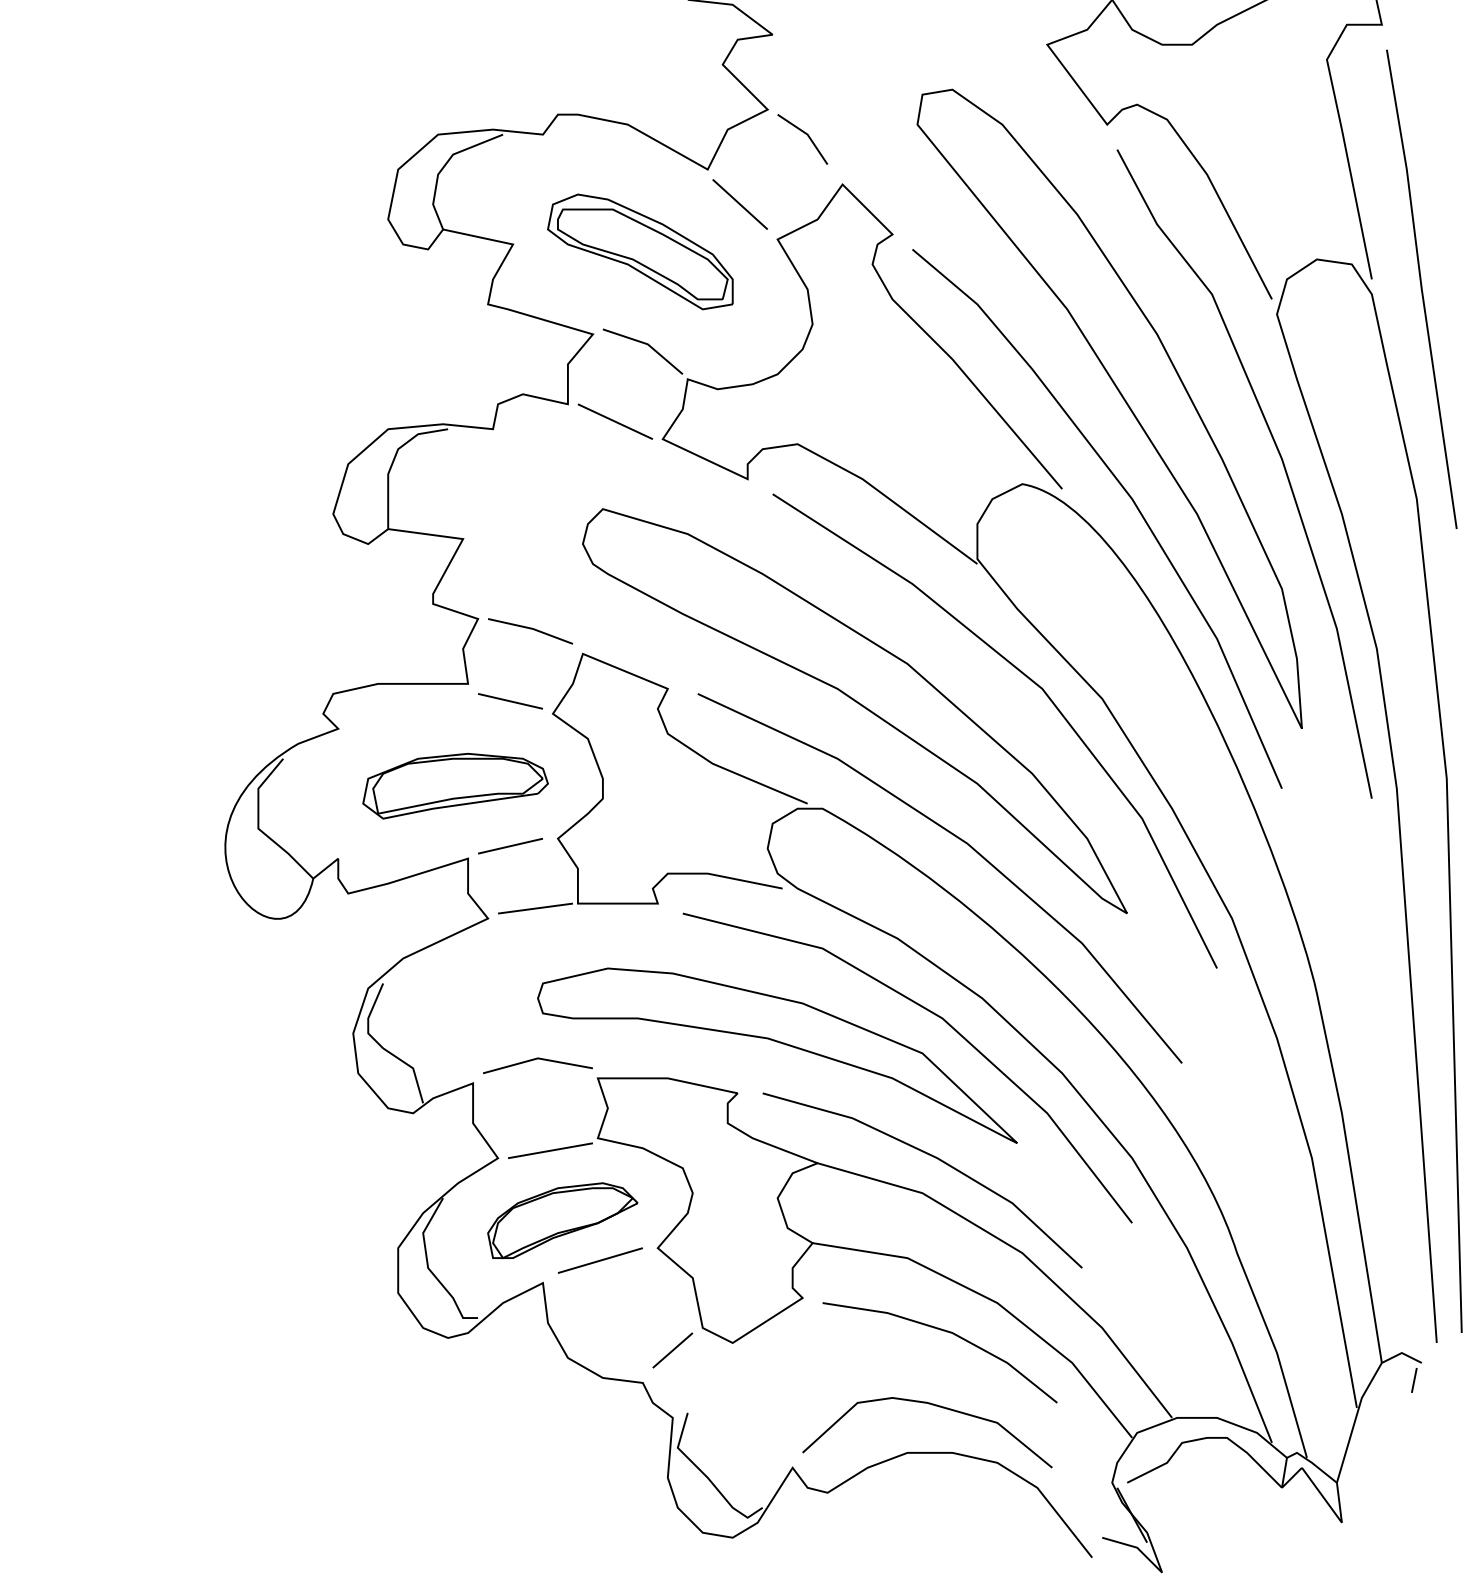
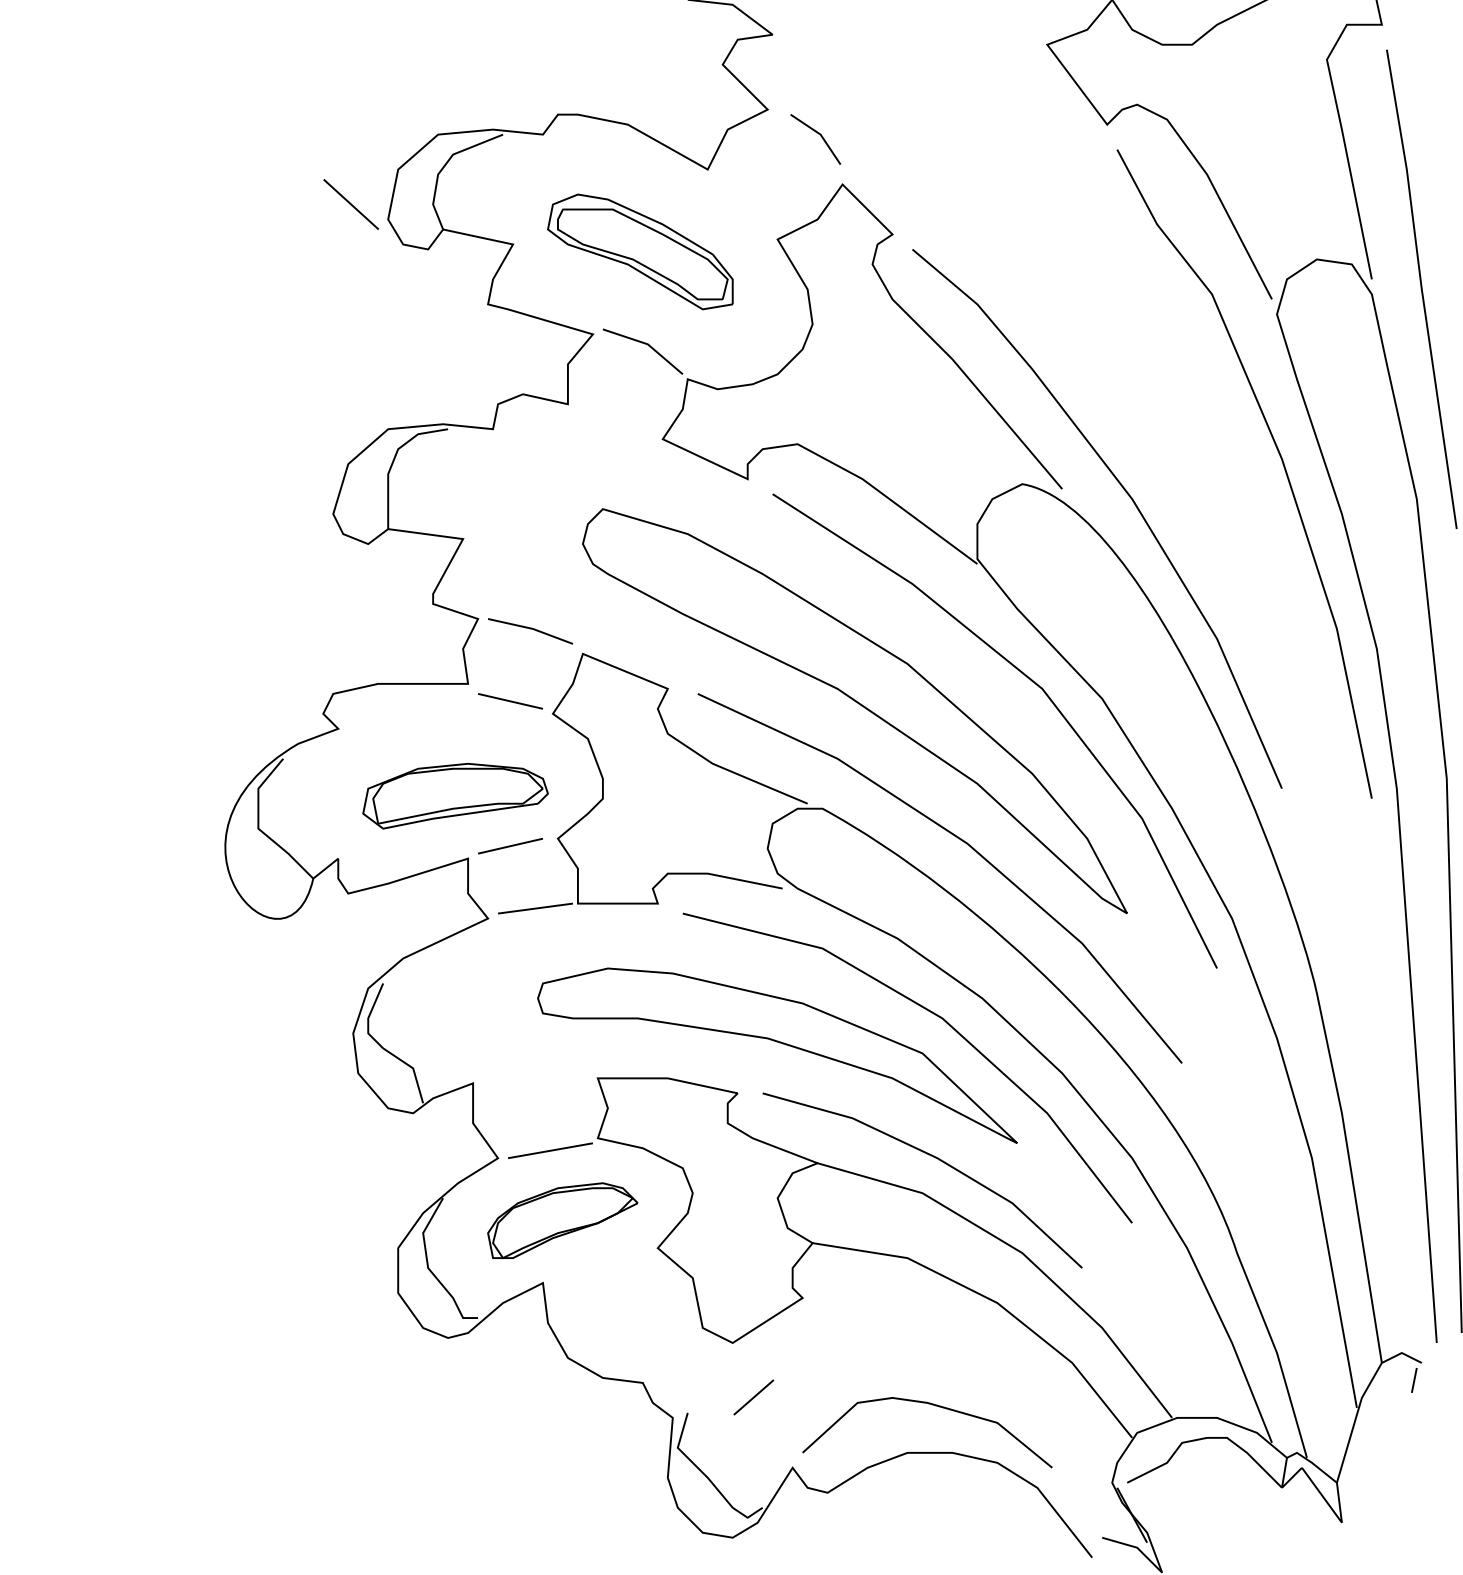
curve at (805, 134) position: (805, 134) -> (818, 134)
line at (739, 204) position: (739, 204) -> (350, 204)
part at (1122, 398): present -> none
line at (614, 421): present -> none
part at (455, 785) position: (455, 785) -> (455, 795)
curve at (534, 1060): present -> none
line at (599, 1260): present -> none
curve at (946, 1332): present -> none
line at (672, 1350) position: (672, 1350) -> (753, 1397)
